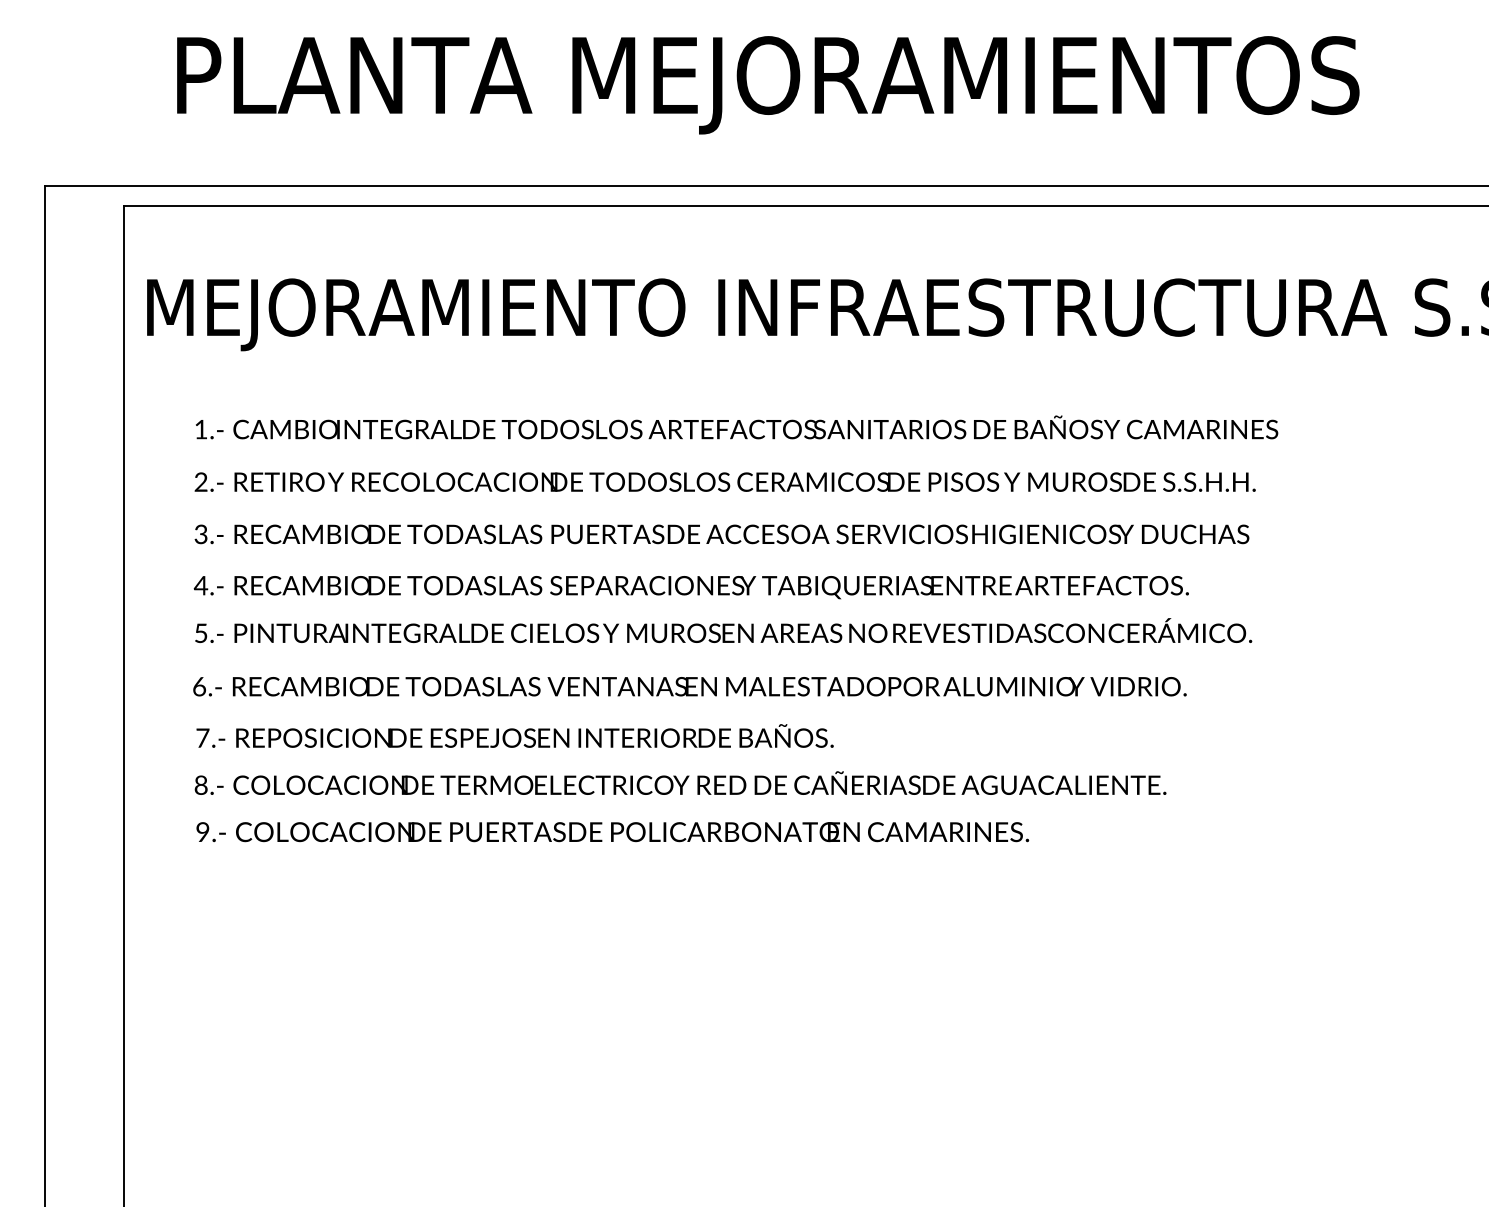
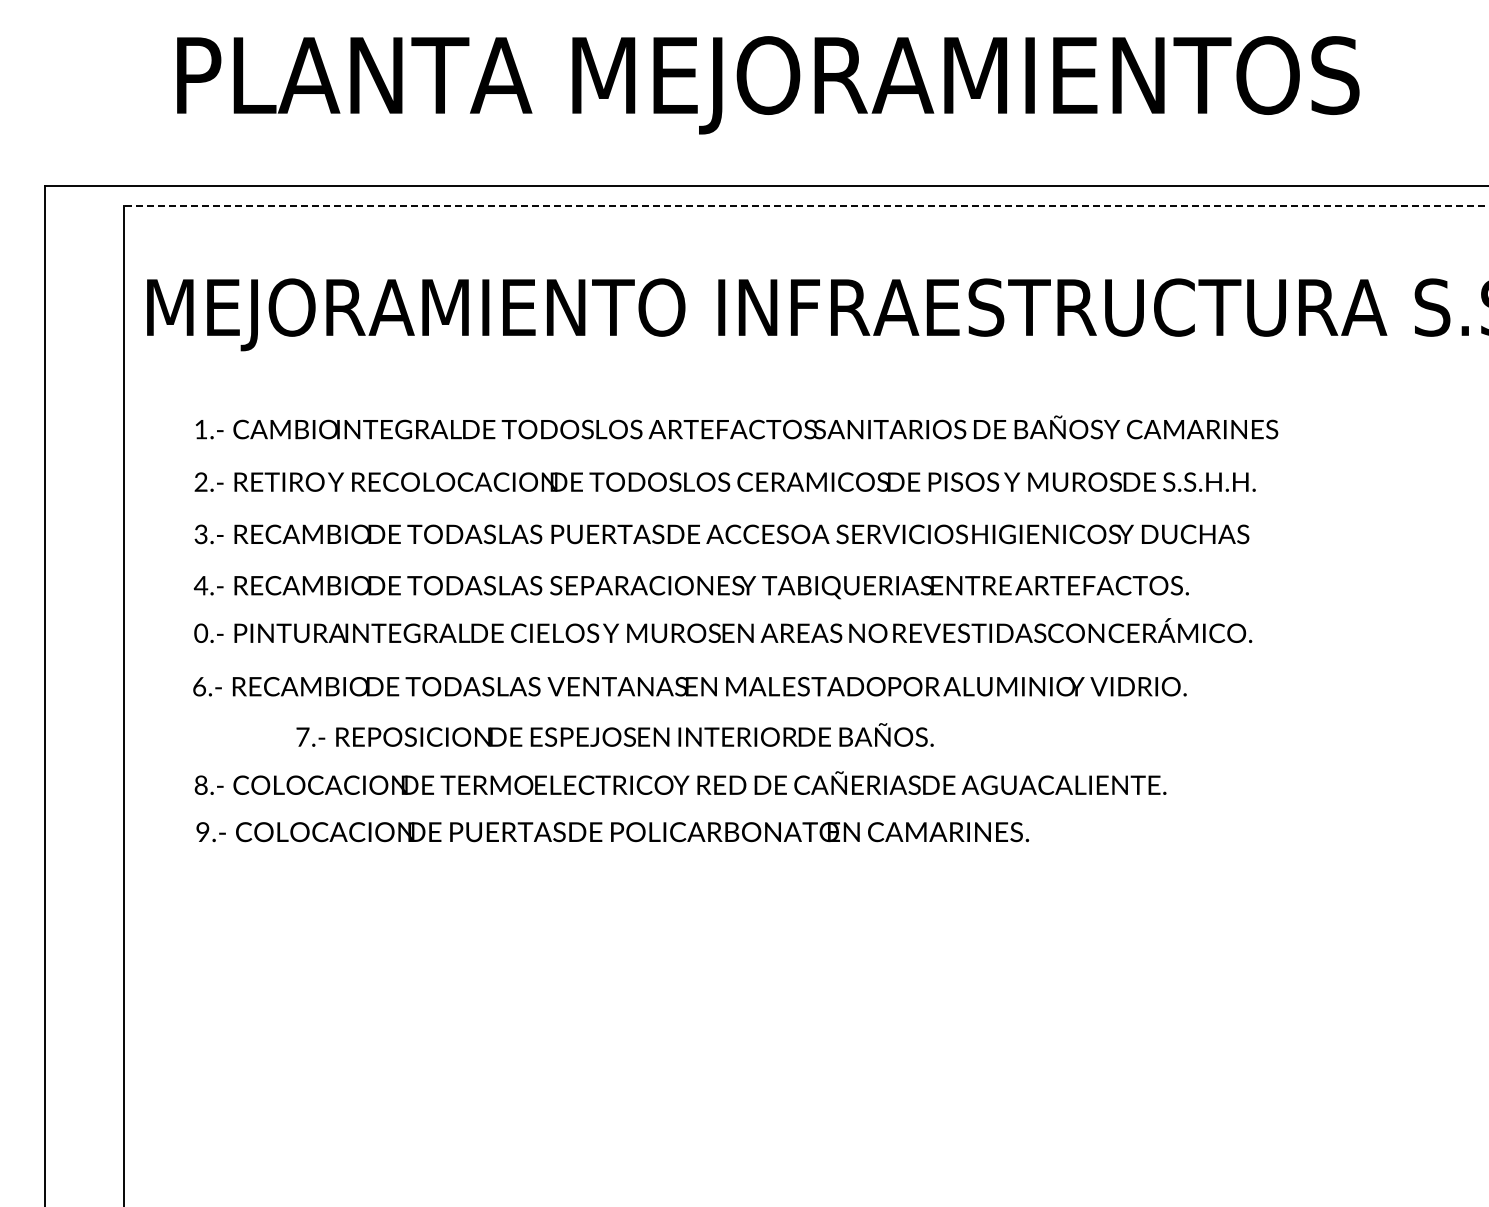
line at (806, 205): solid -> dashed
text at (201, 632): 5.- -> 0.-
text at (514, 735) position: (514, 735) -> (614, 734)
